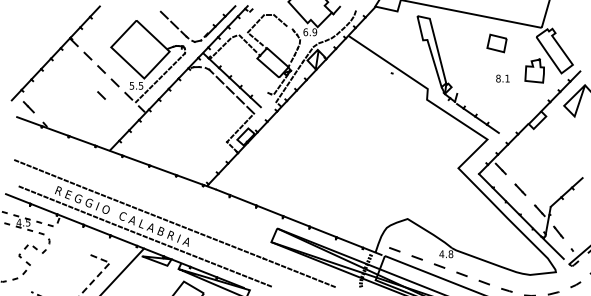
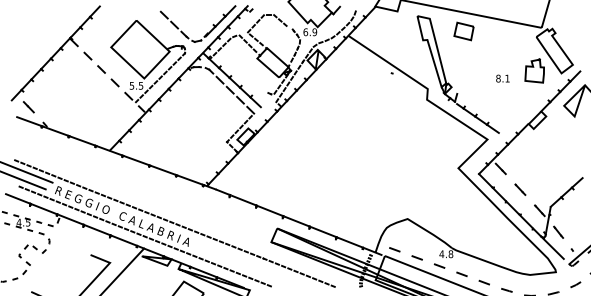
part at (496, 43) position: (496, 43) -> (463, 31)
line at (101, 95): present -> none
line at (27, 172): none -> present
line at (23, 180): none -> present
line at (98, 275): dashed -> solid
